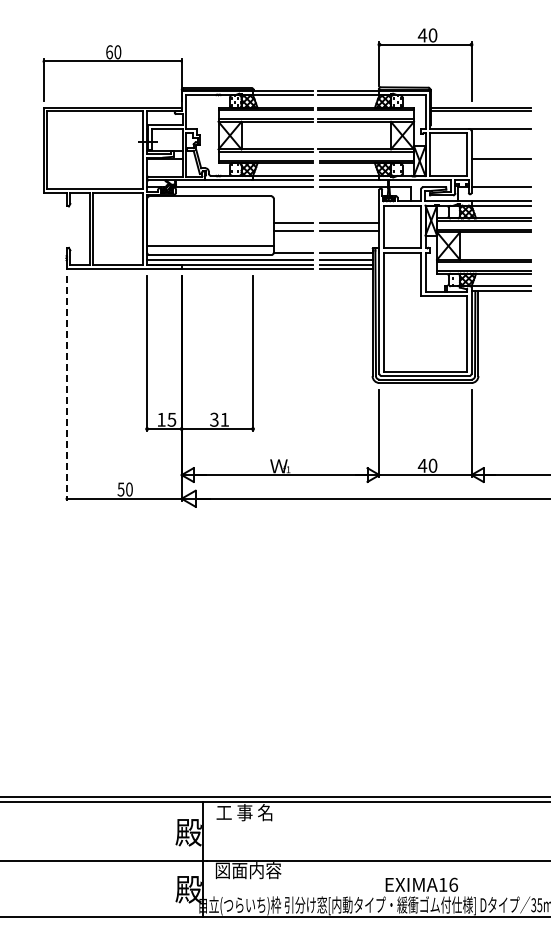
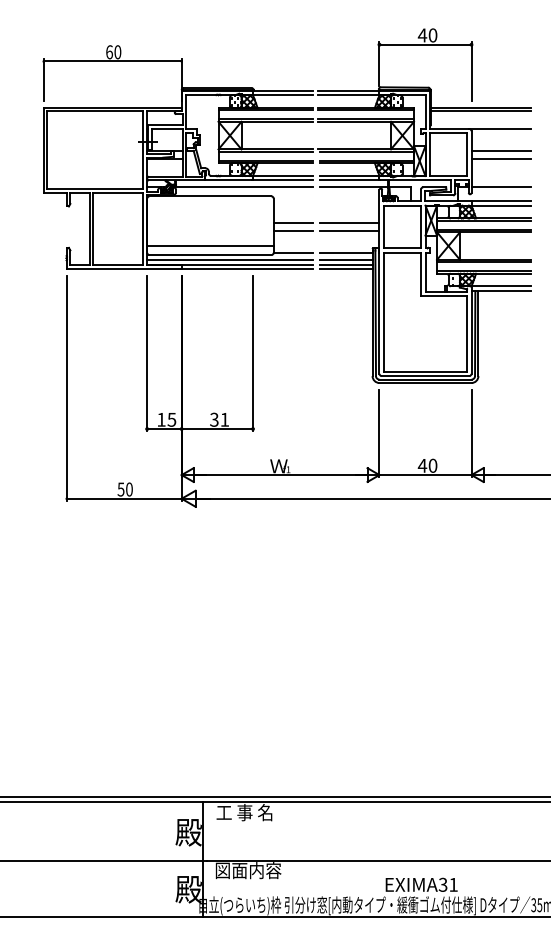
line at (501, 150): none -> present
line at (66, 388): dashed -> solid
text at (448, 884): EXIMA16 -> EXIMA31
